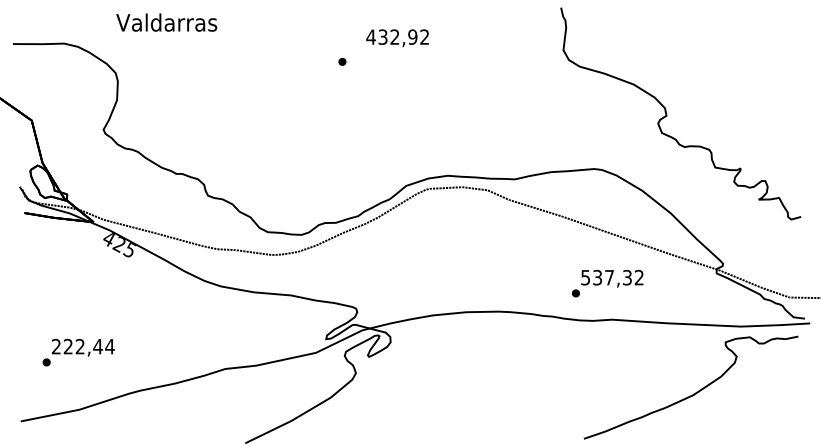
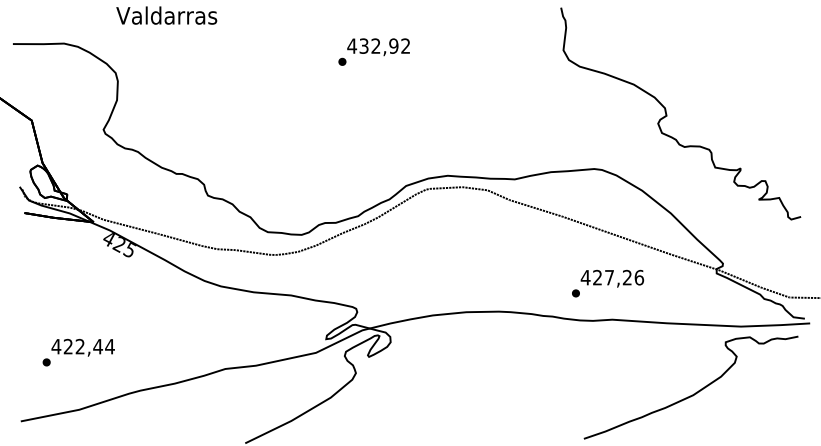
text at (166, 22) position: (166, 22) -> (166, 15)
text at (397, 38) position: (397, 38) -> (378, 47)
text at (612, 277): 537,32 -> 427,26
text at (56, 346): 222,44 -> 422,44
